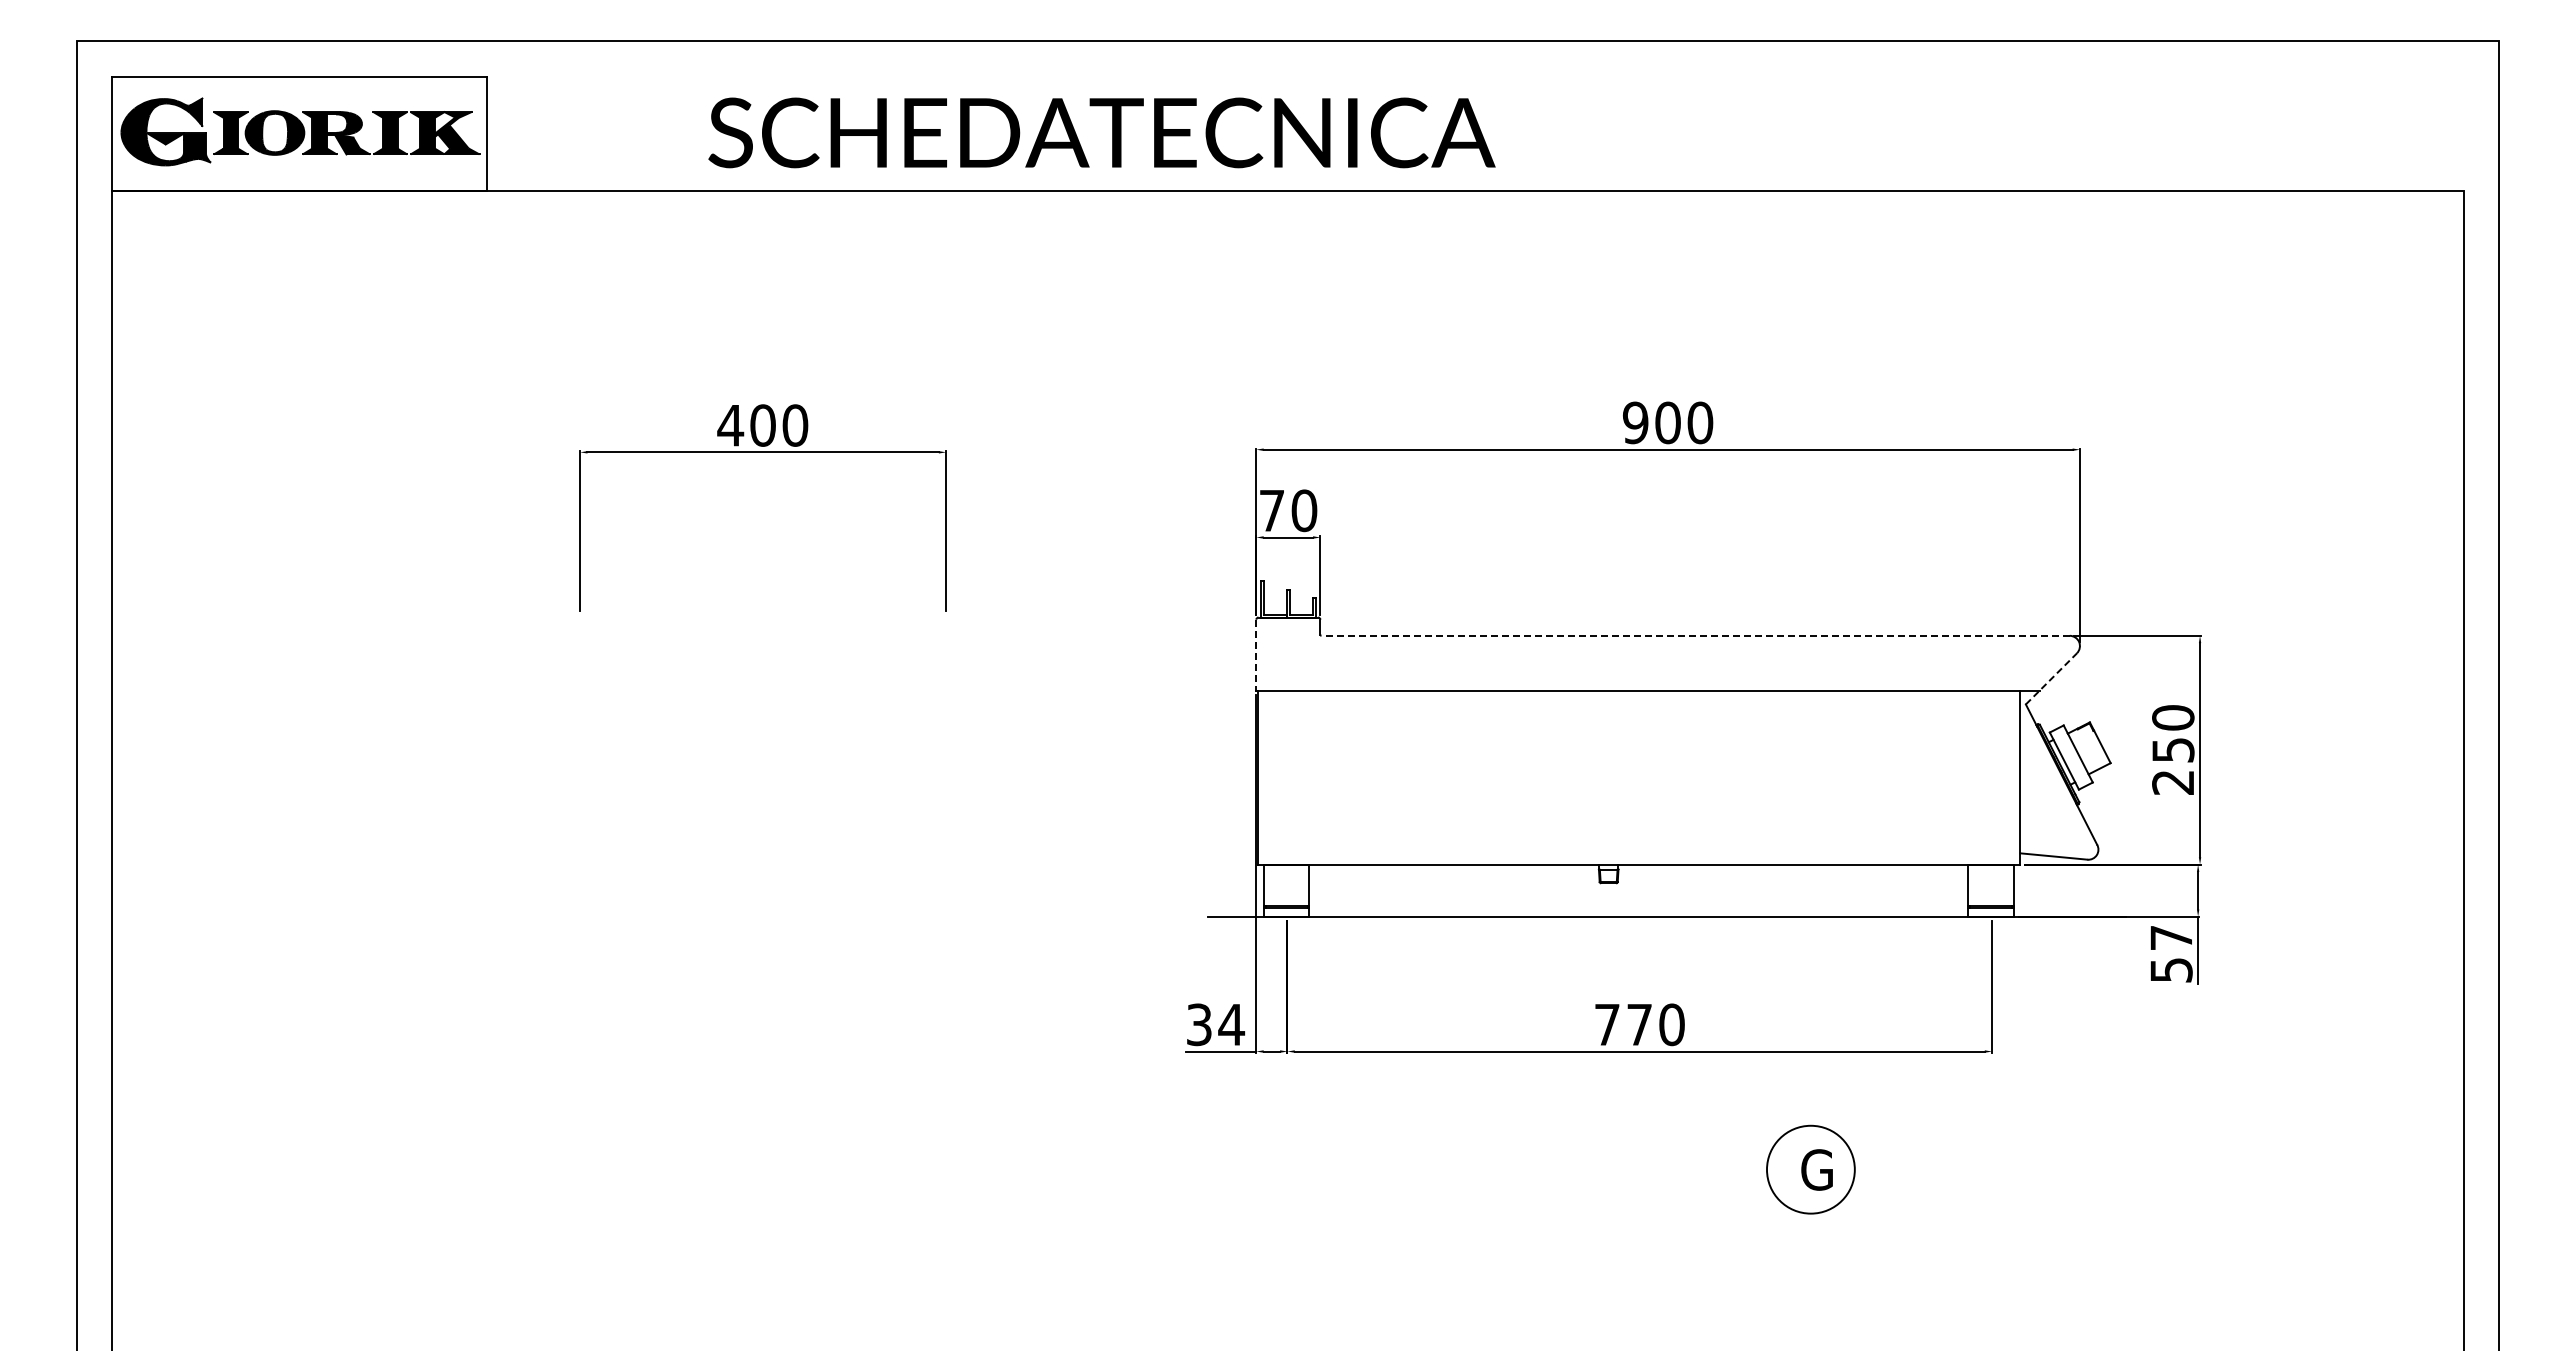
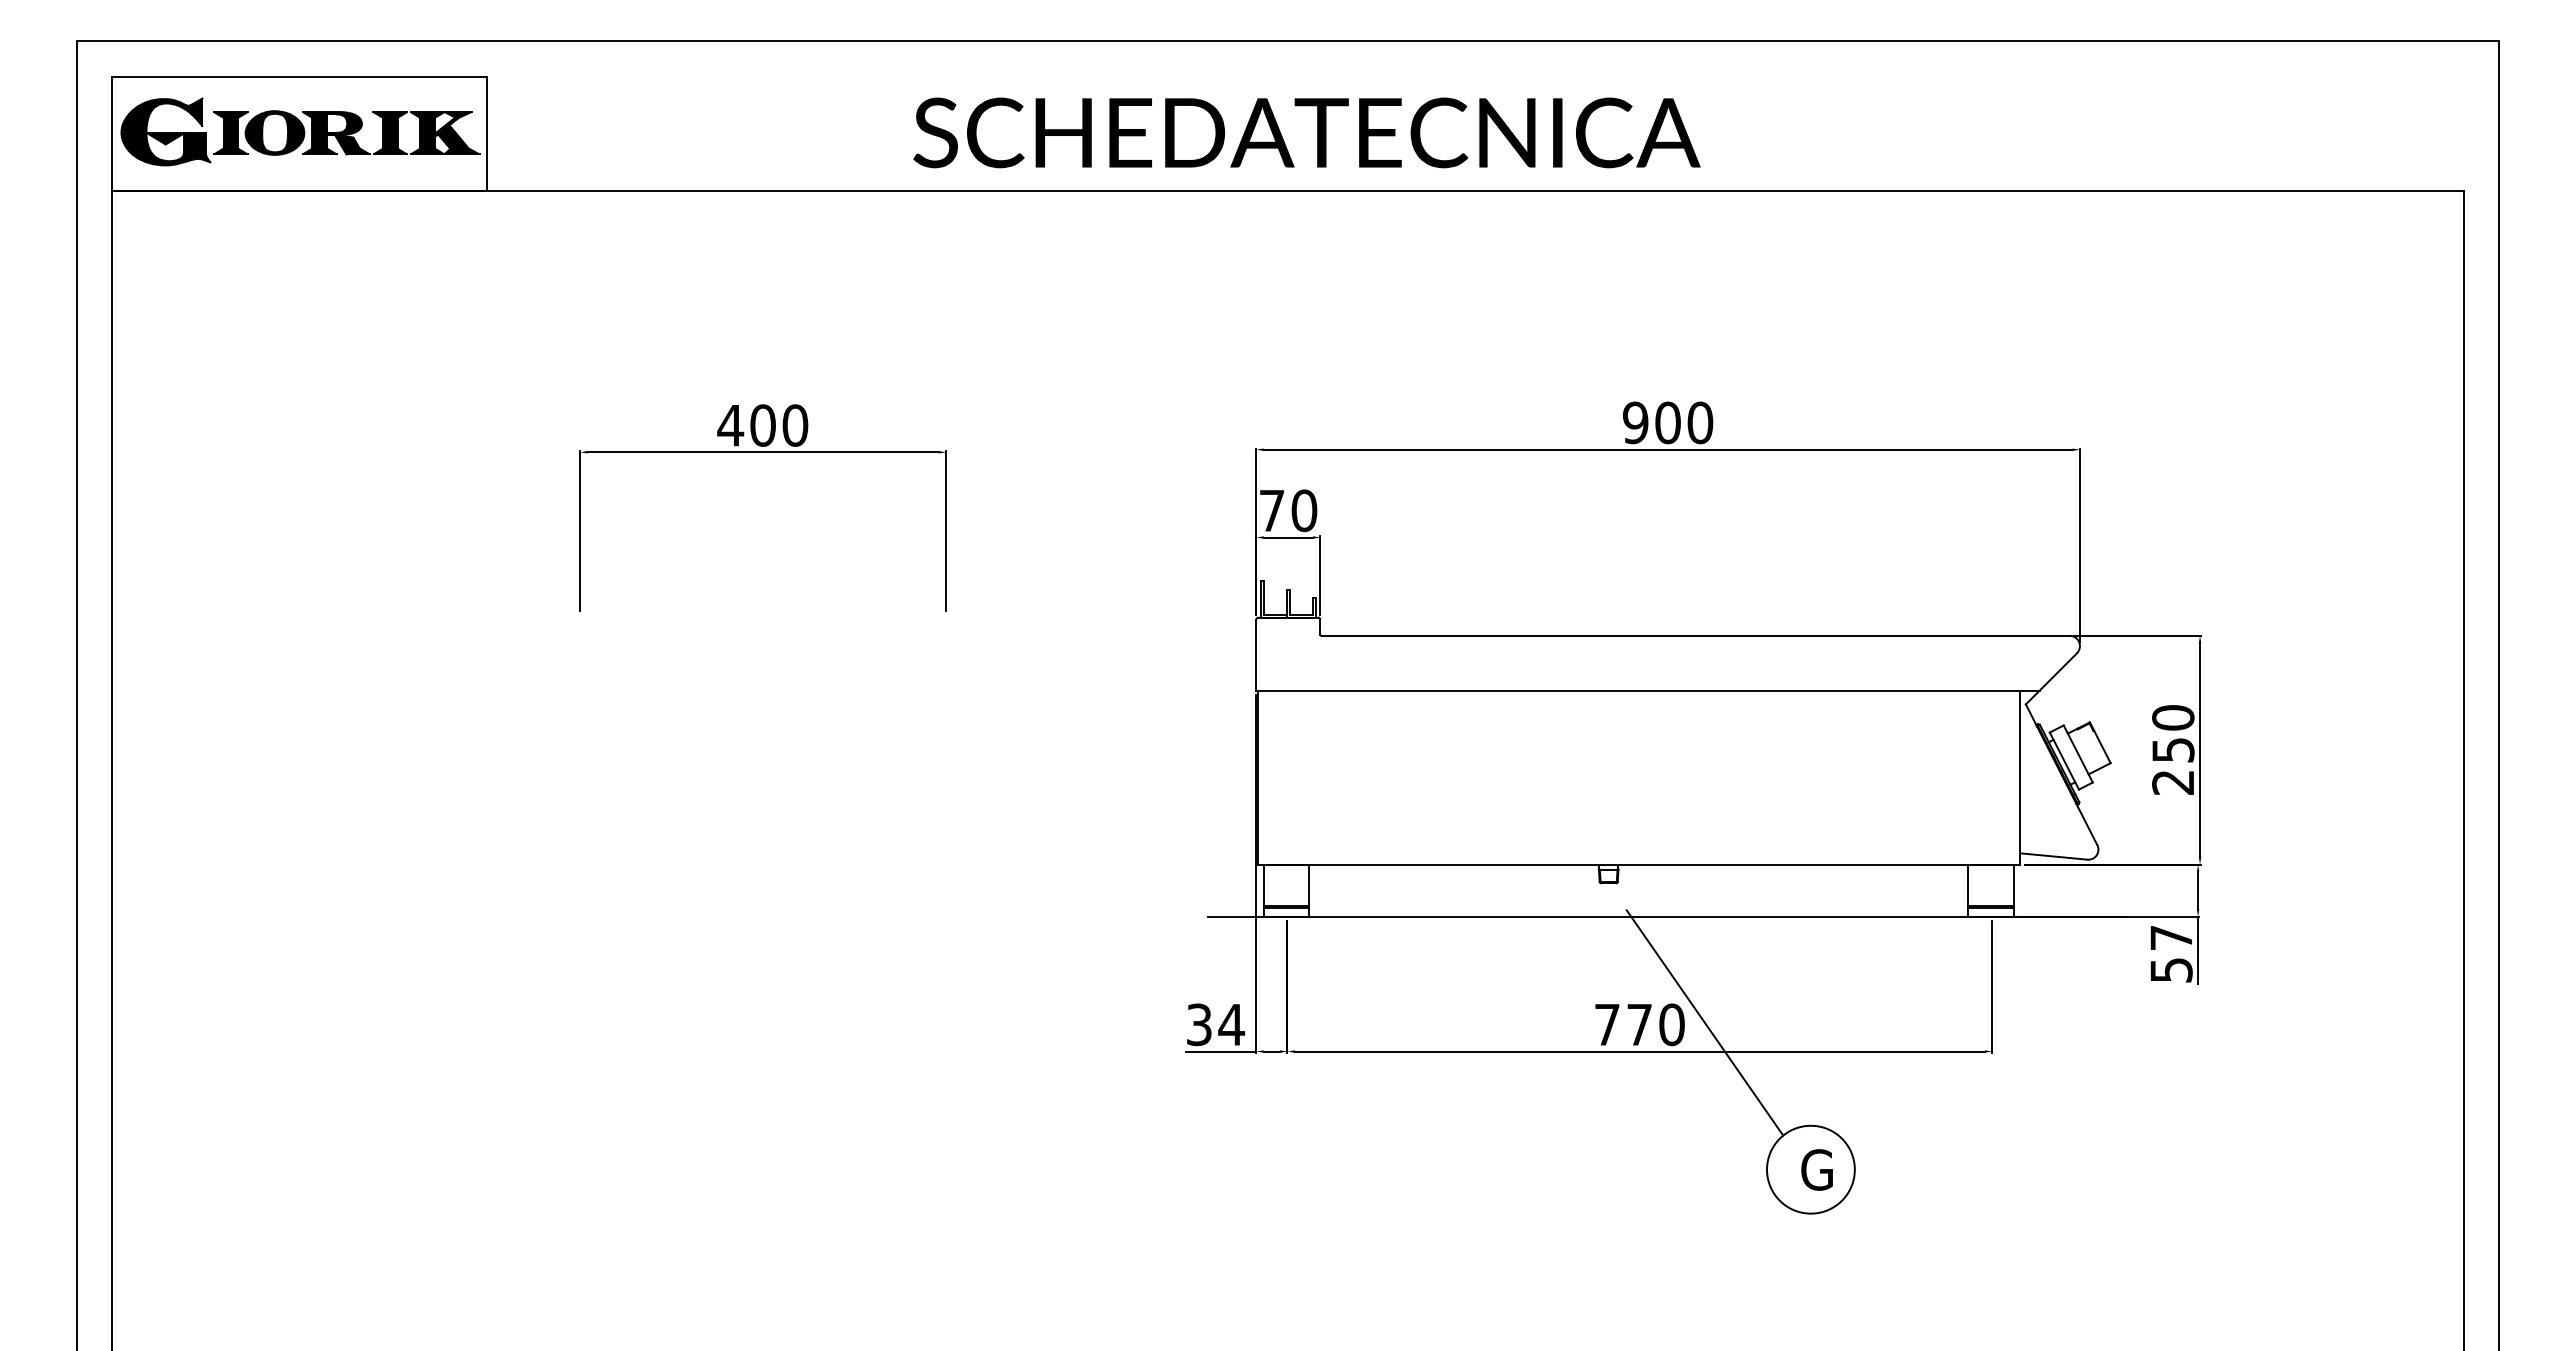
text at (1101, 132) position: (1101, 132) -> (1306, 132)
line at (1695, 635): dashed -> solid
line at (1256, 655): dashed -> solid
line at (2051, 678): dashed -> solid
line at (1704, 1022): none -> present
